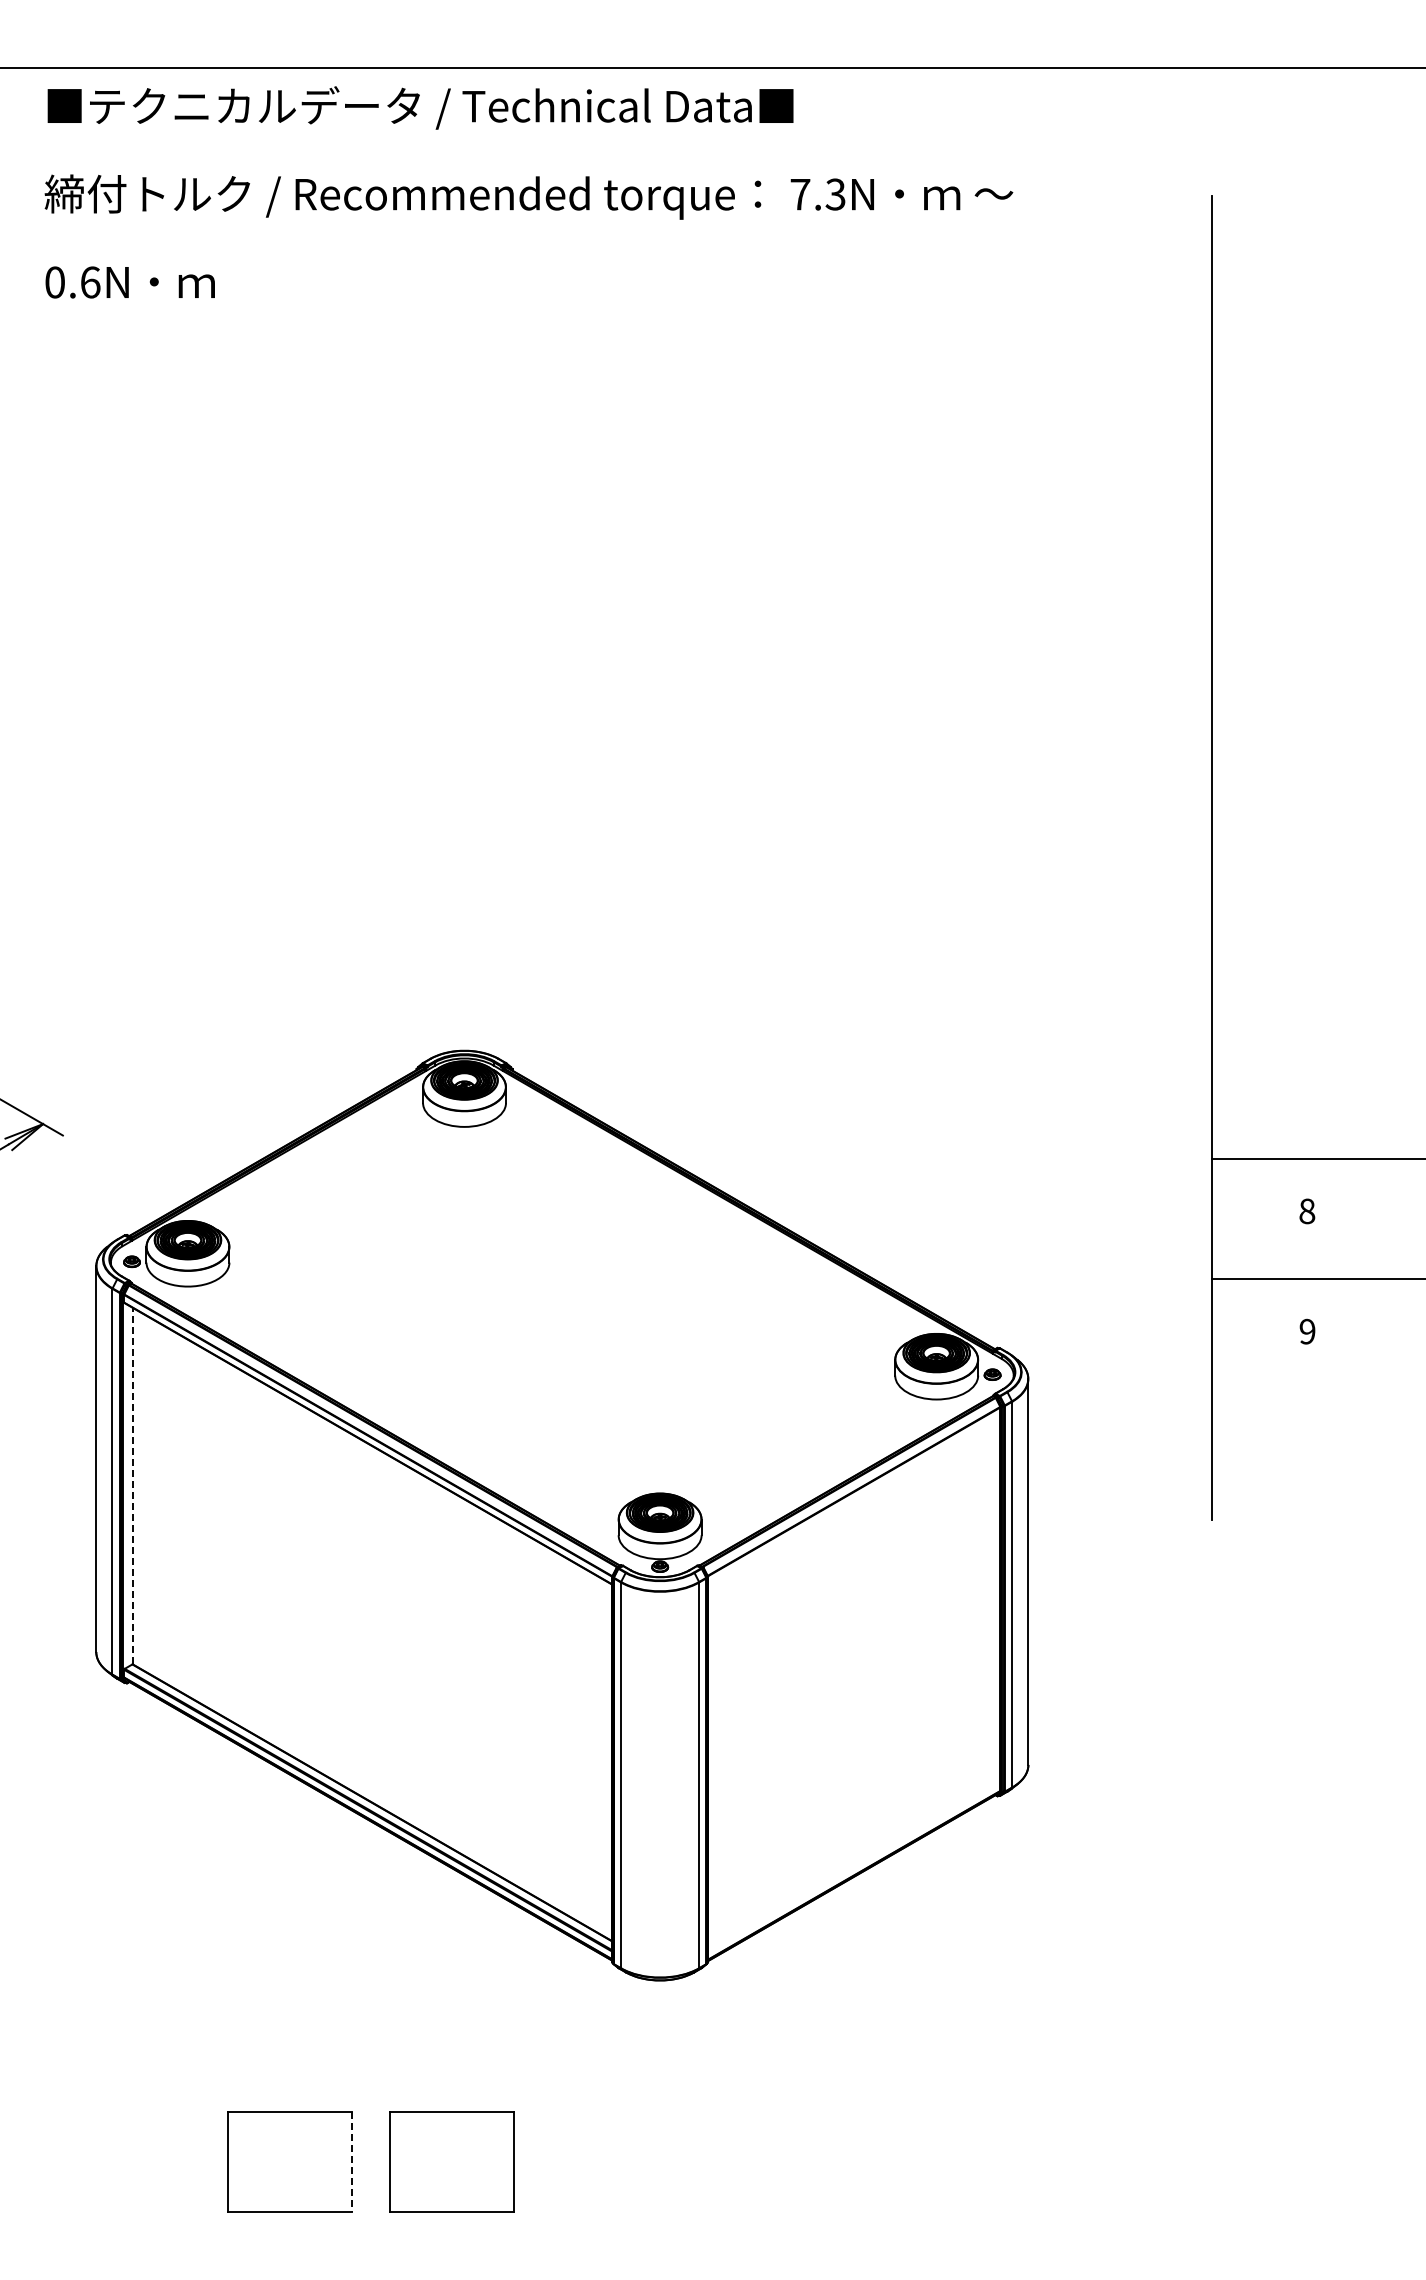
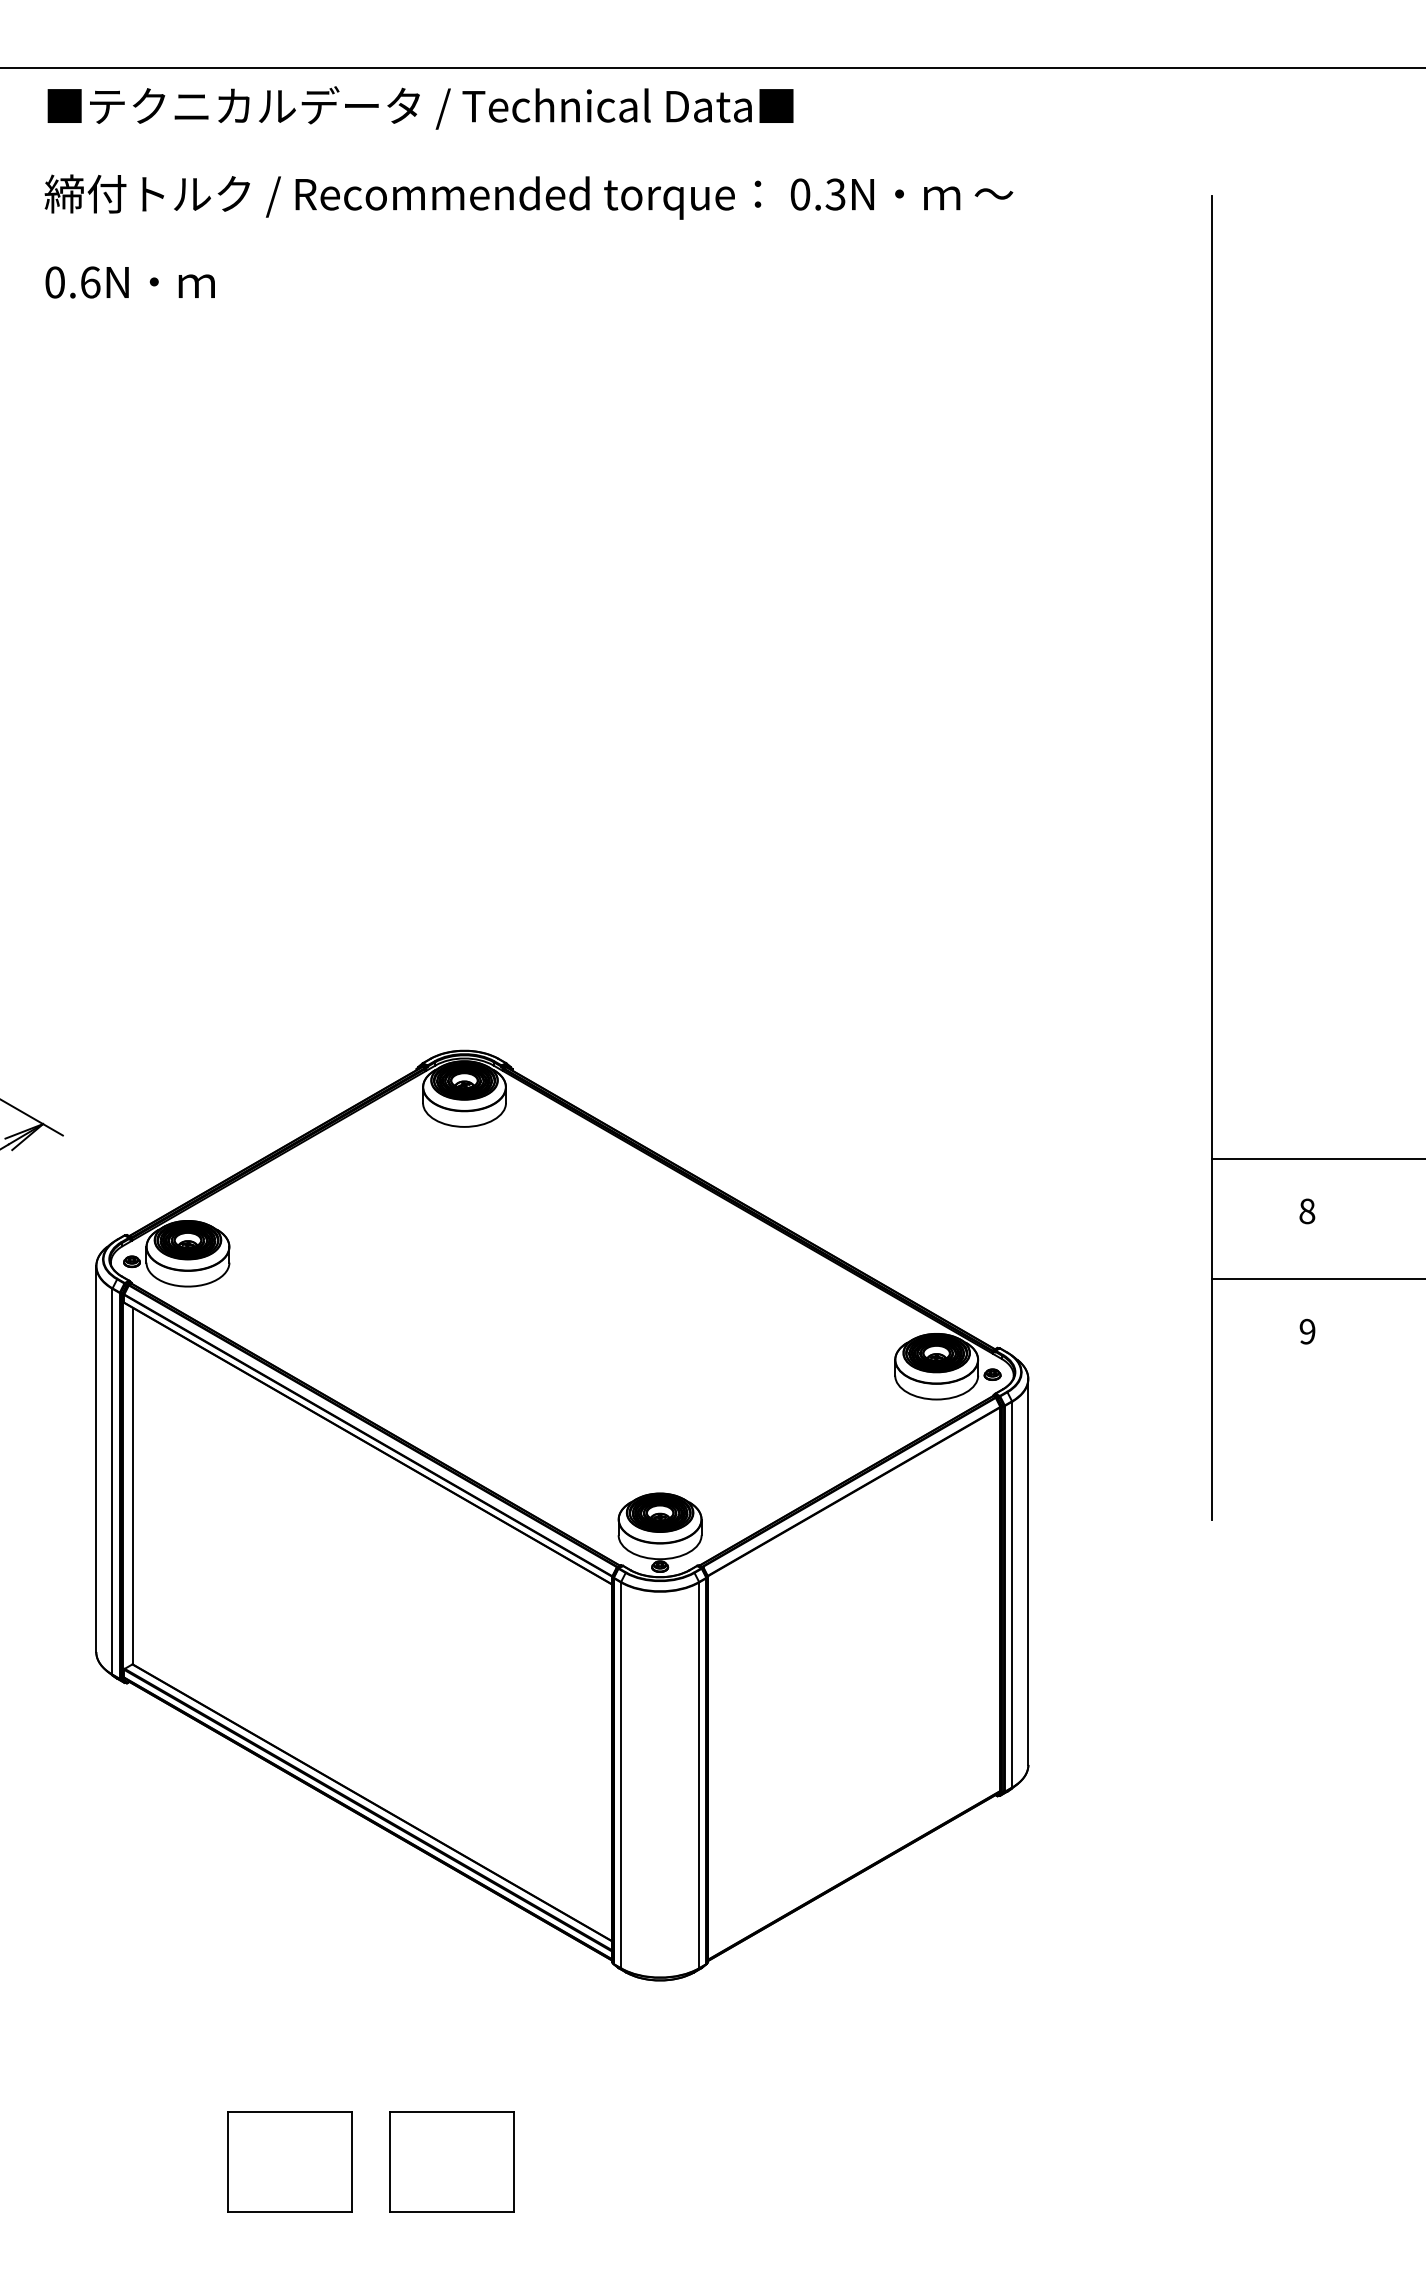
text at (800, 194): 7.3N -> 0.3N
line at (133, 1485): dashed -> solid
line at (352, 2161): dashed -> solid
